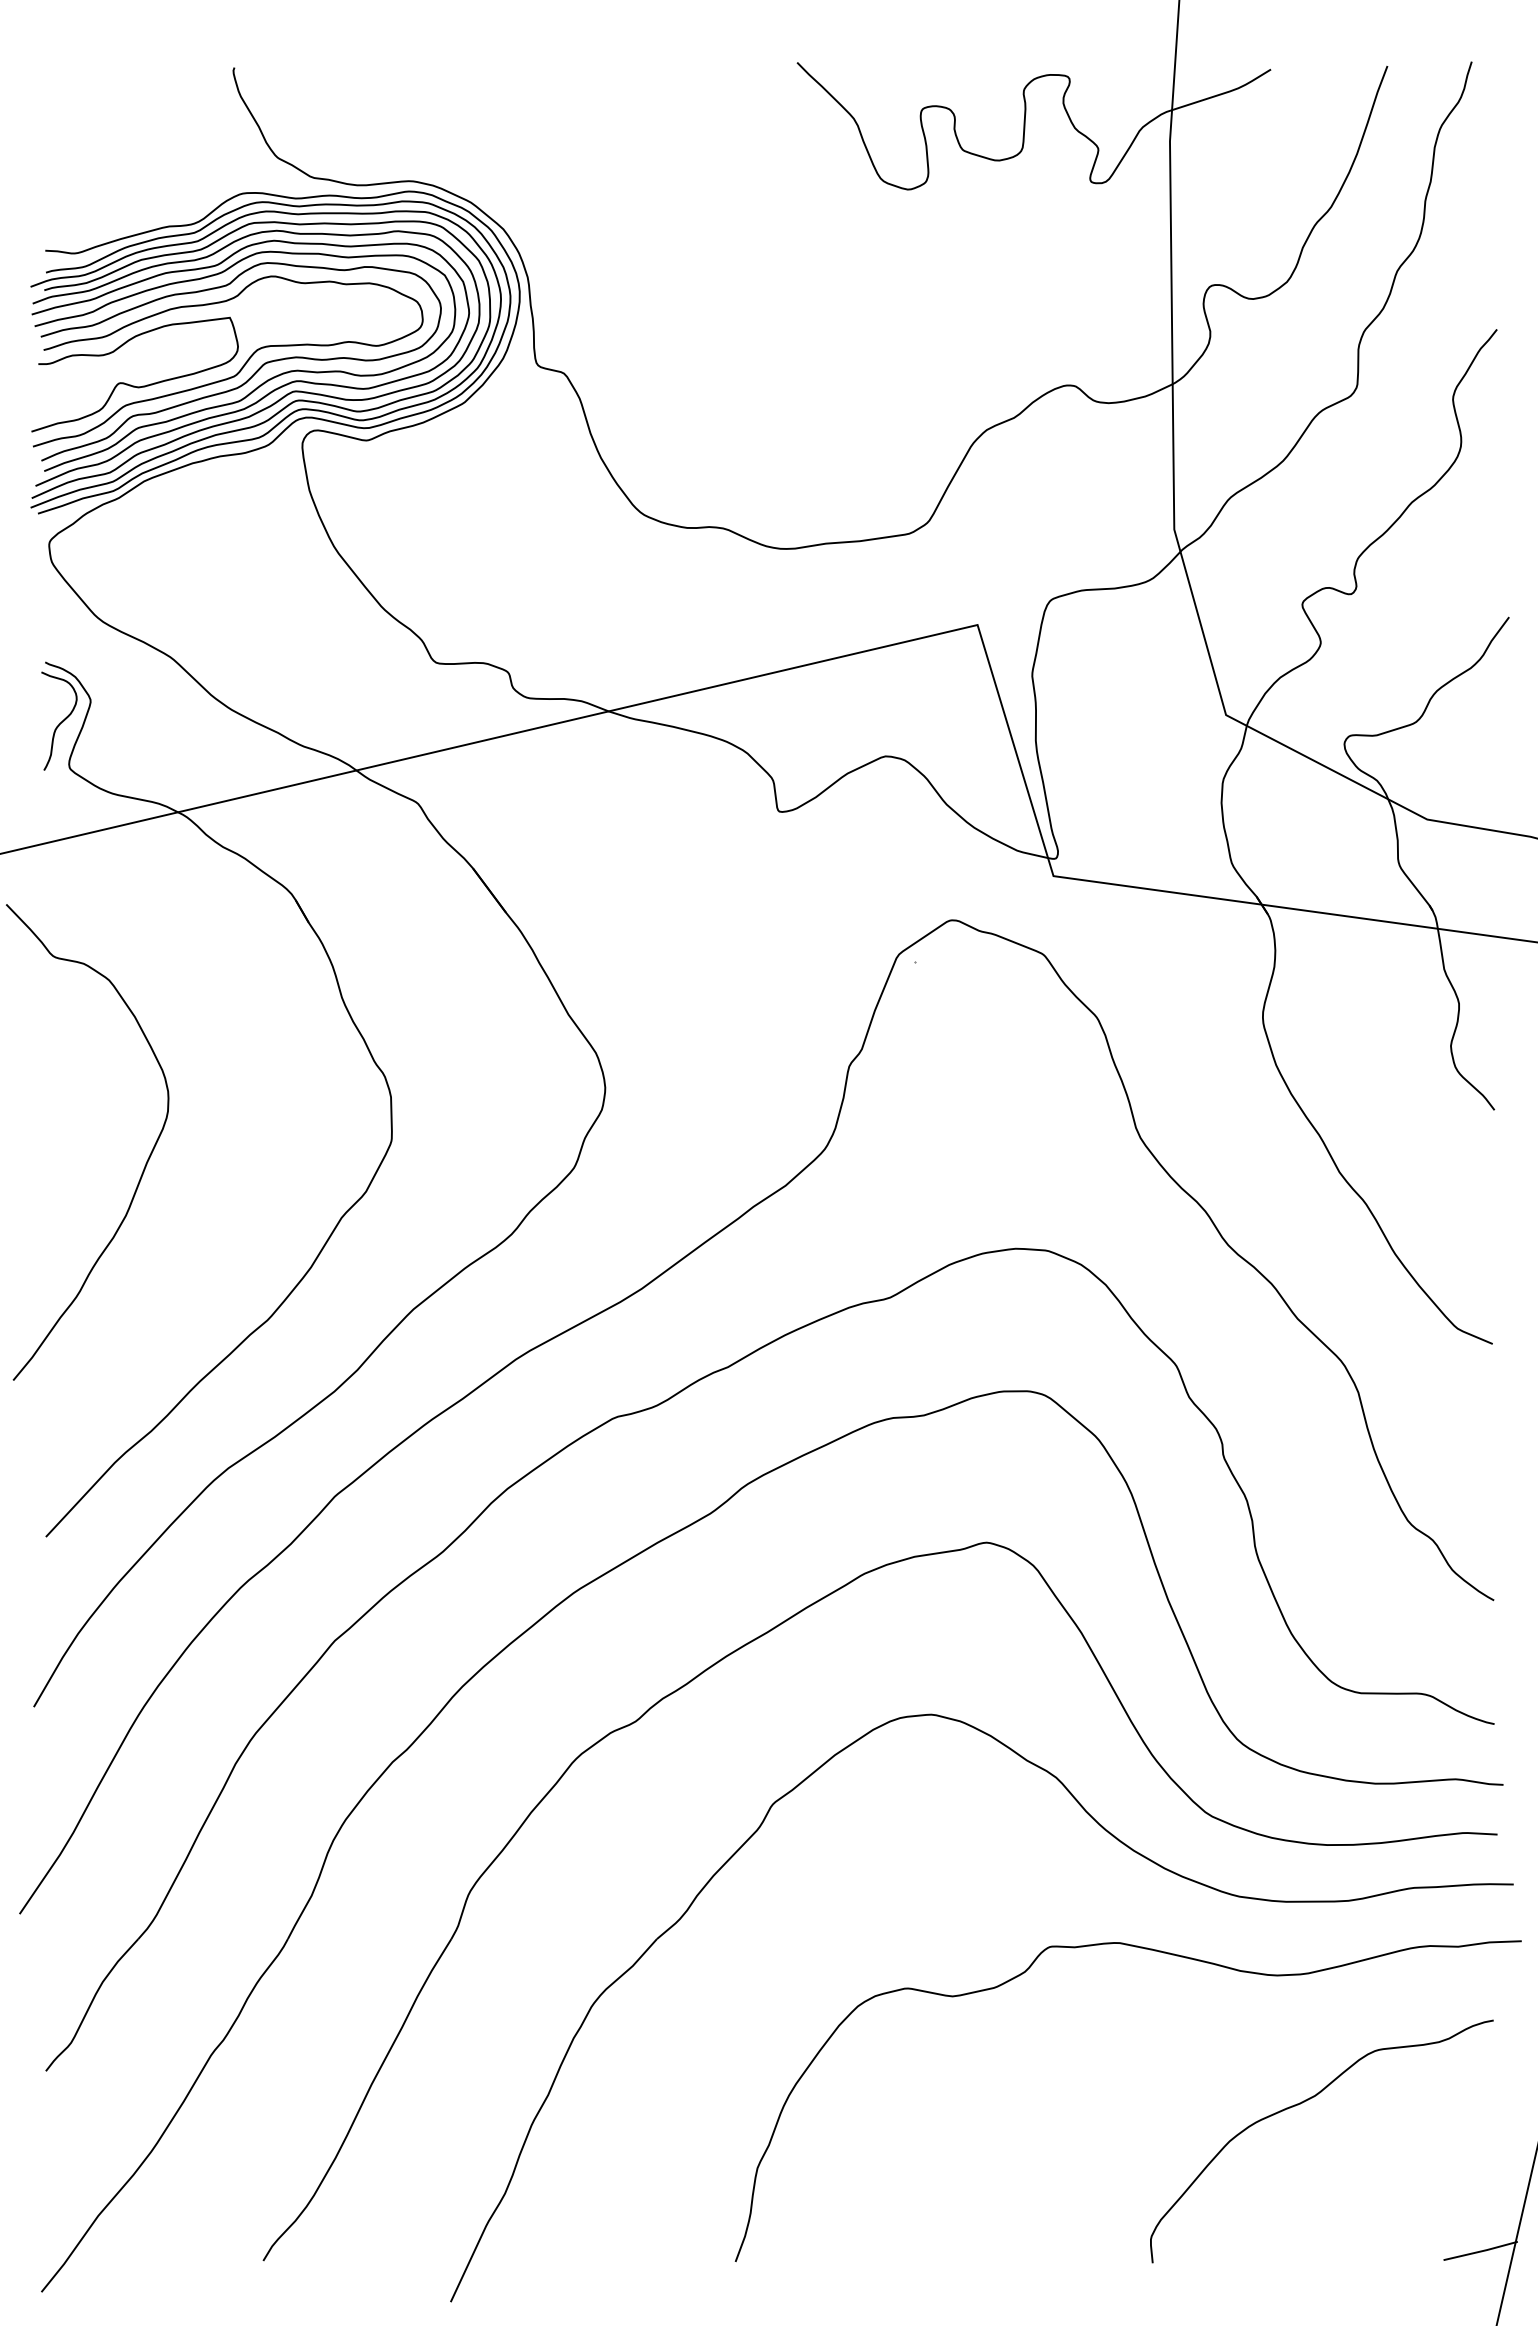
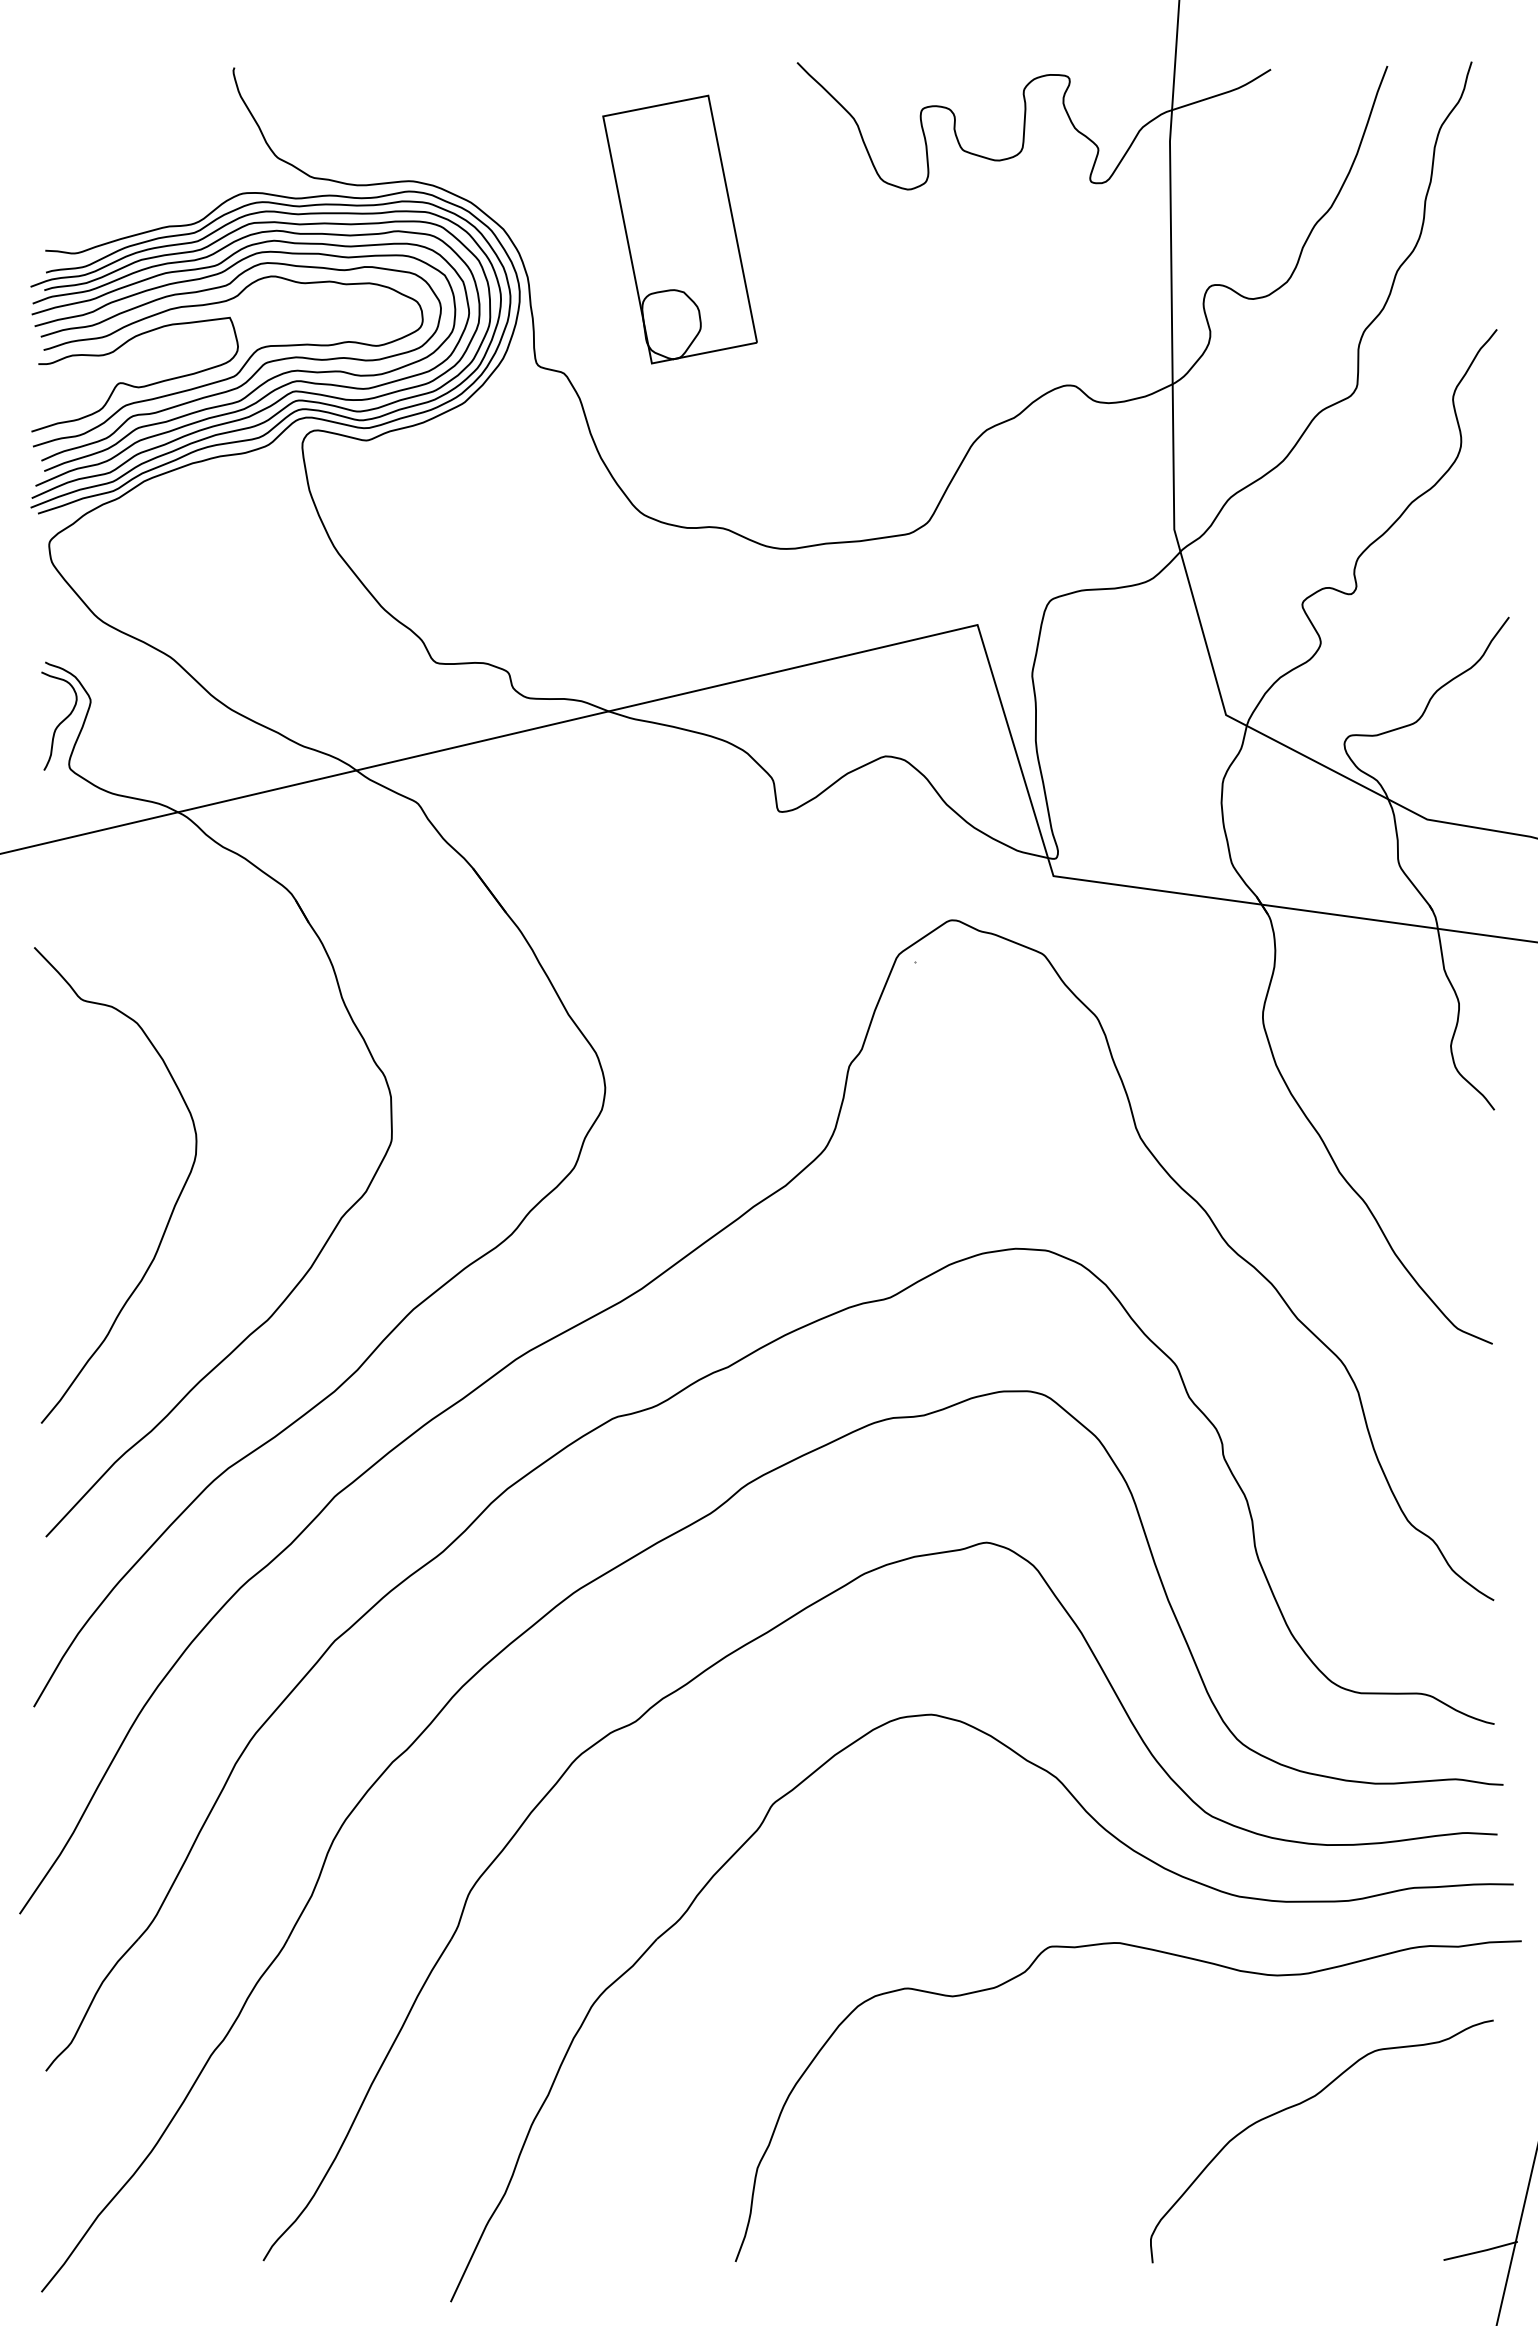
part at (679, 229): none -> present
curve at (145, 1163) position: (145, 1163) -> (173, 1206)
